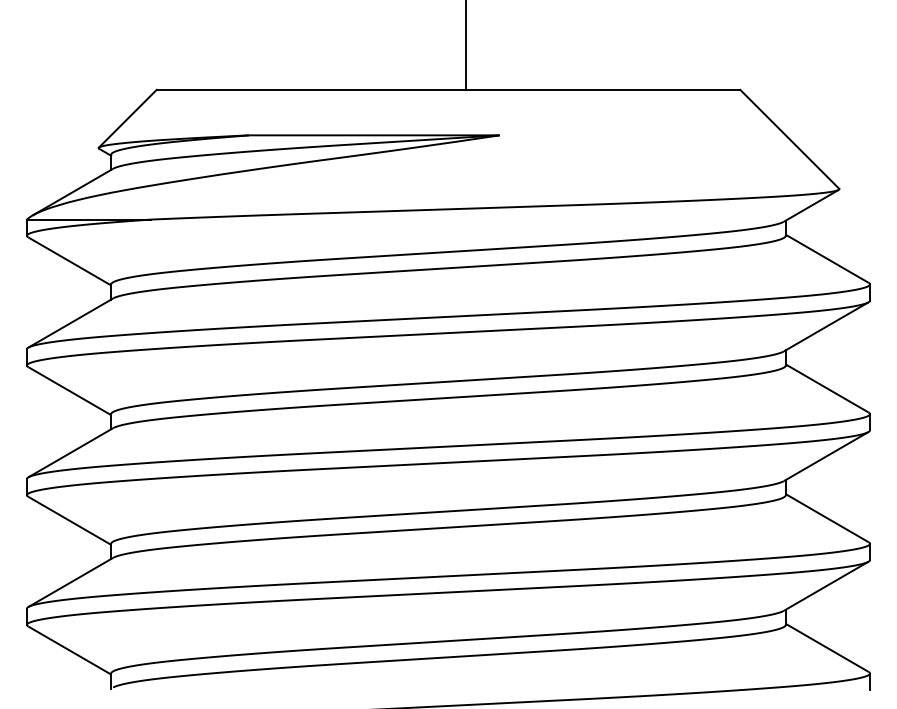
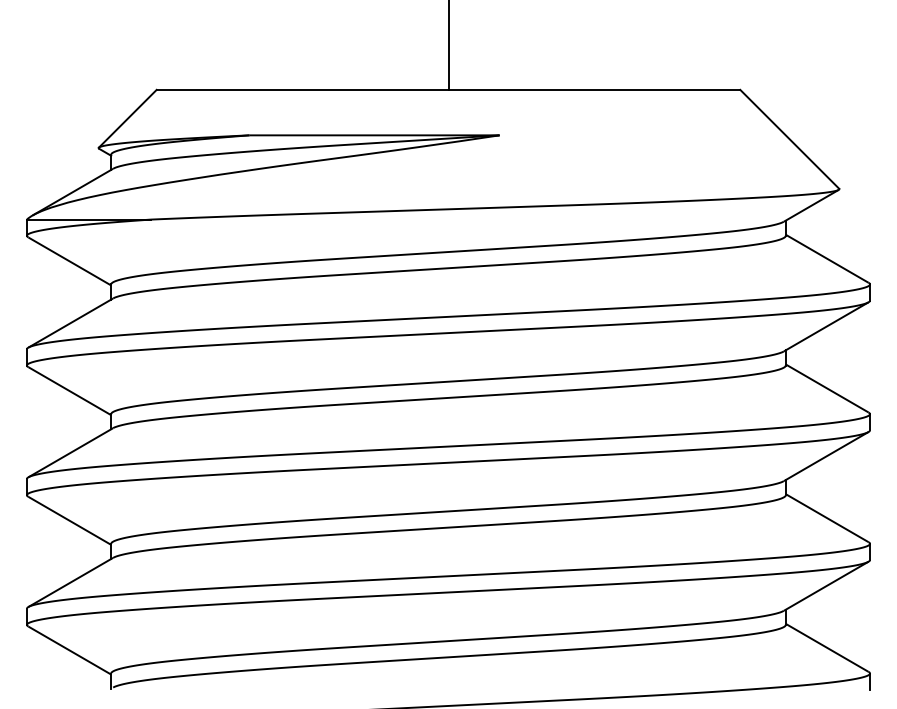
line at (465, 45) position: (465, 45) -> (448, 45)
